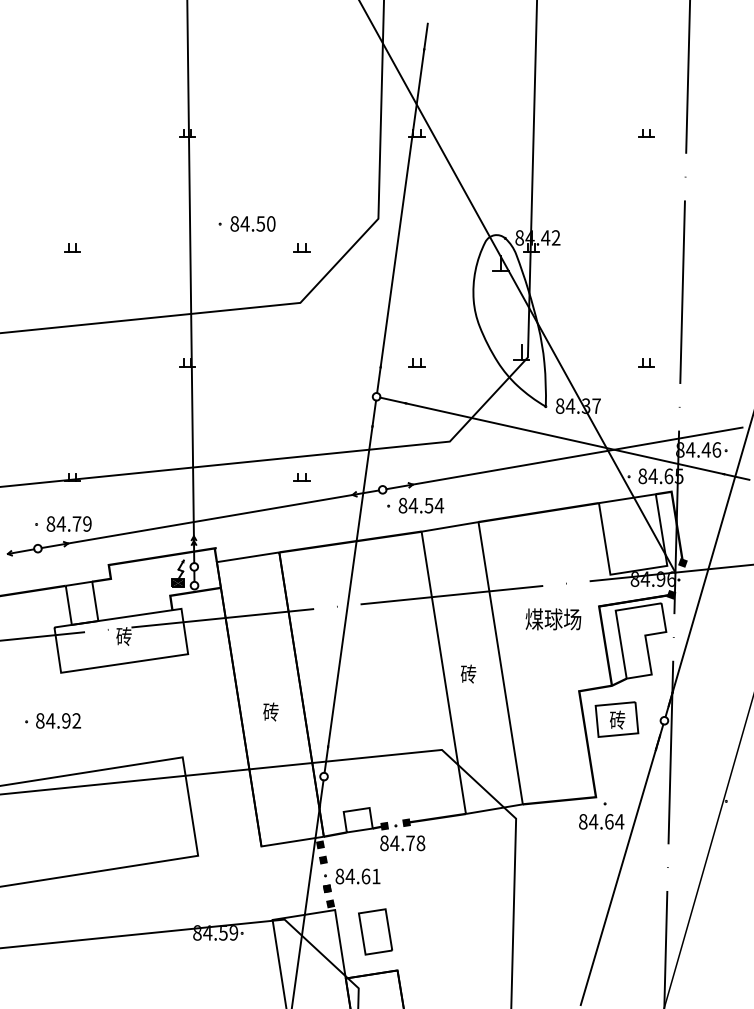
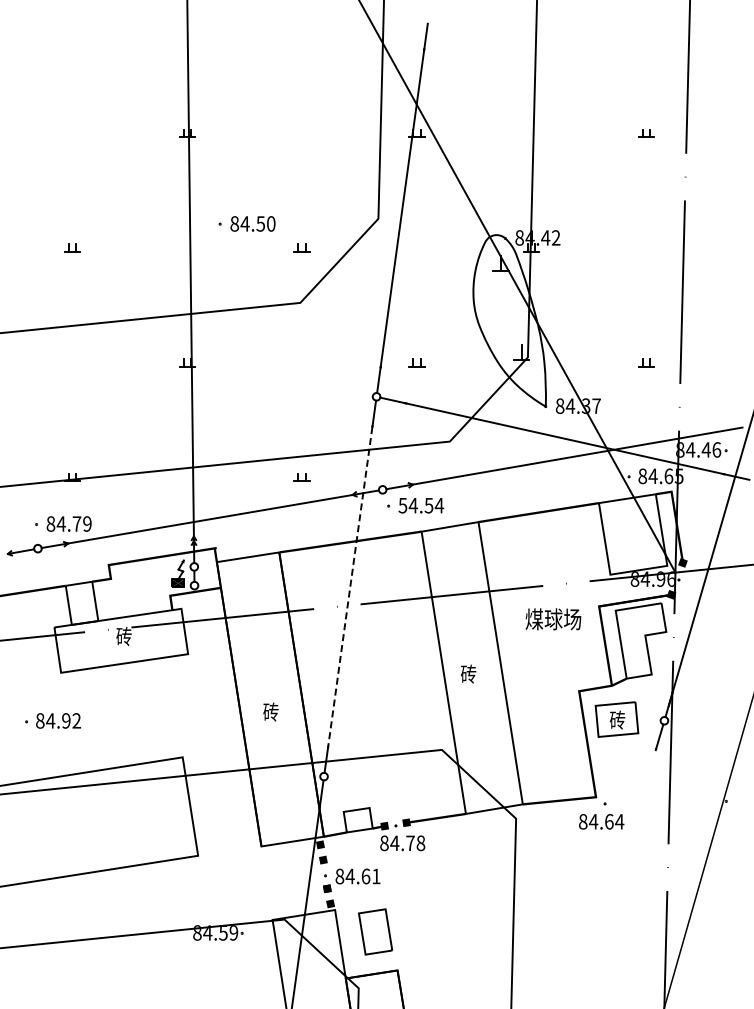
text at (402, 505): 84.54 -> 54.54
line at (350, 587): solid -> dashed
line at (620, 870): present -> none
